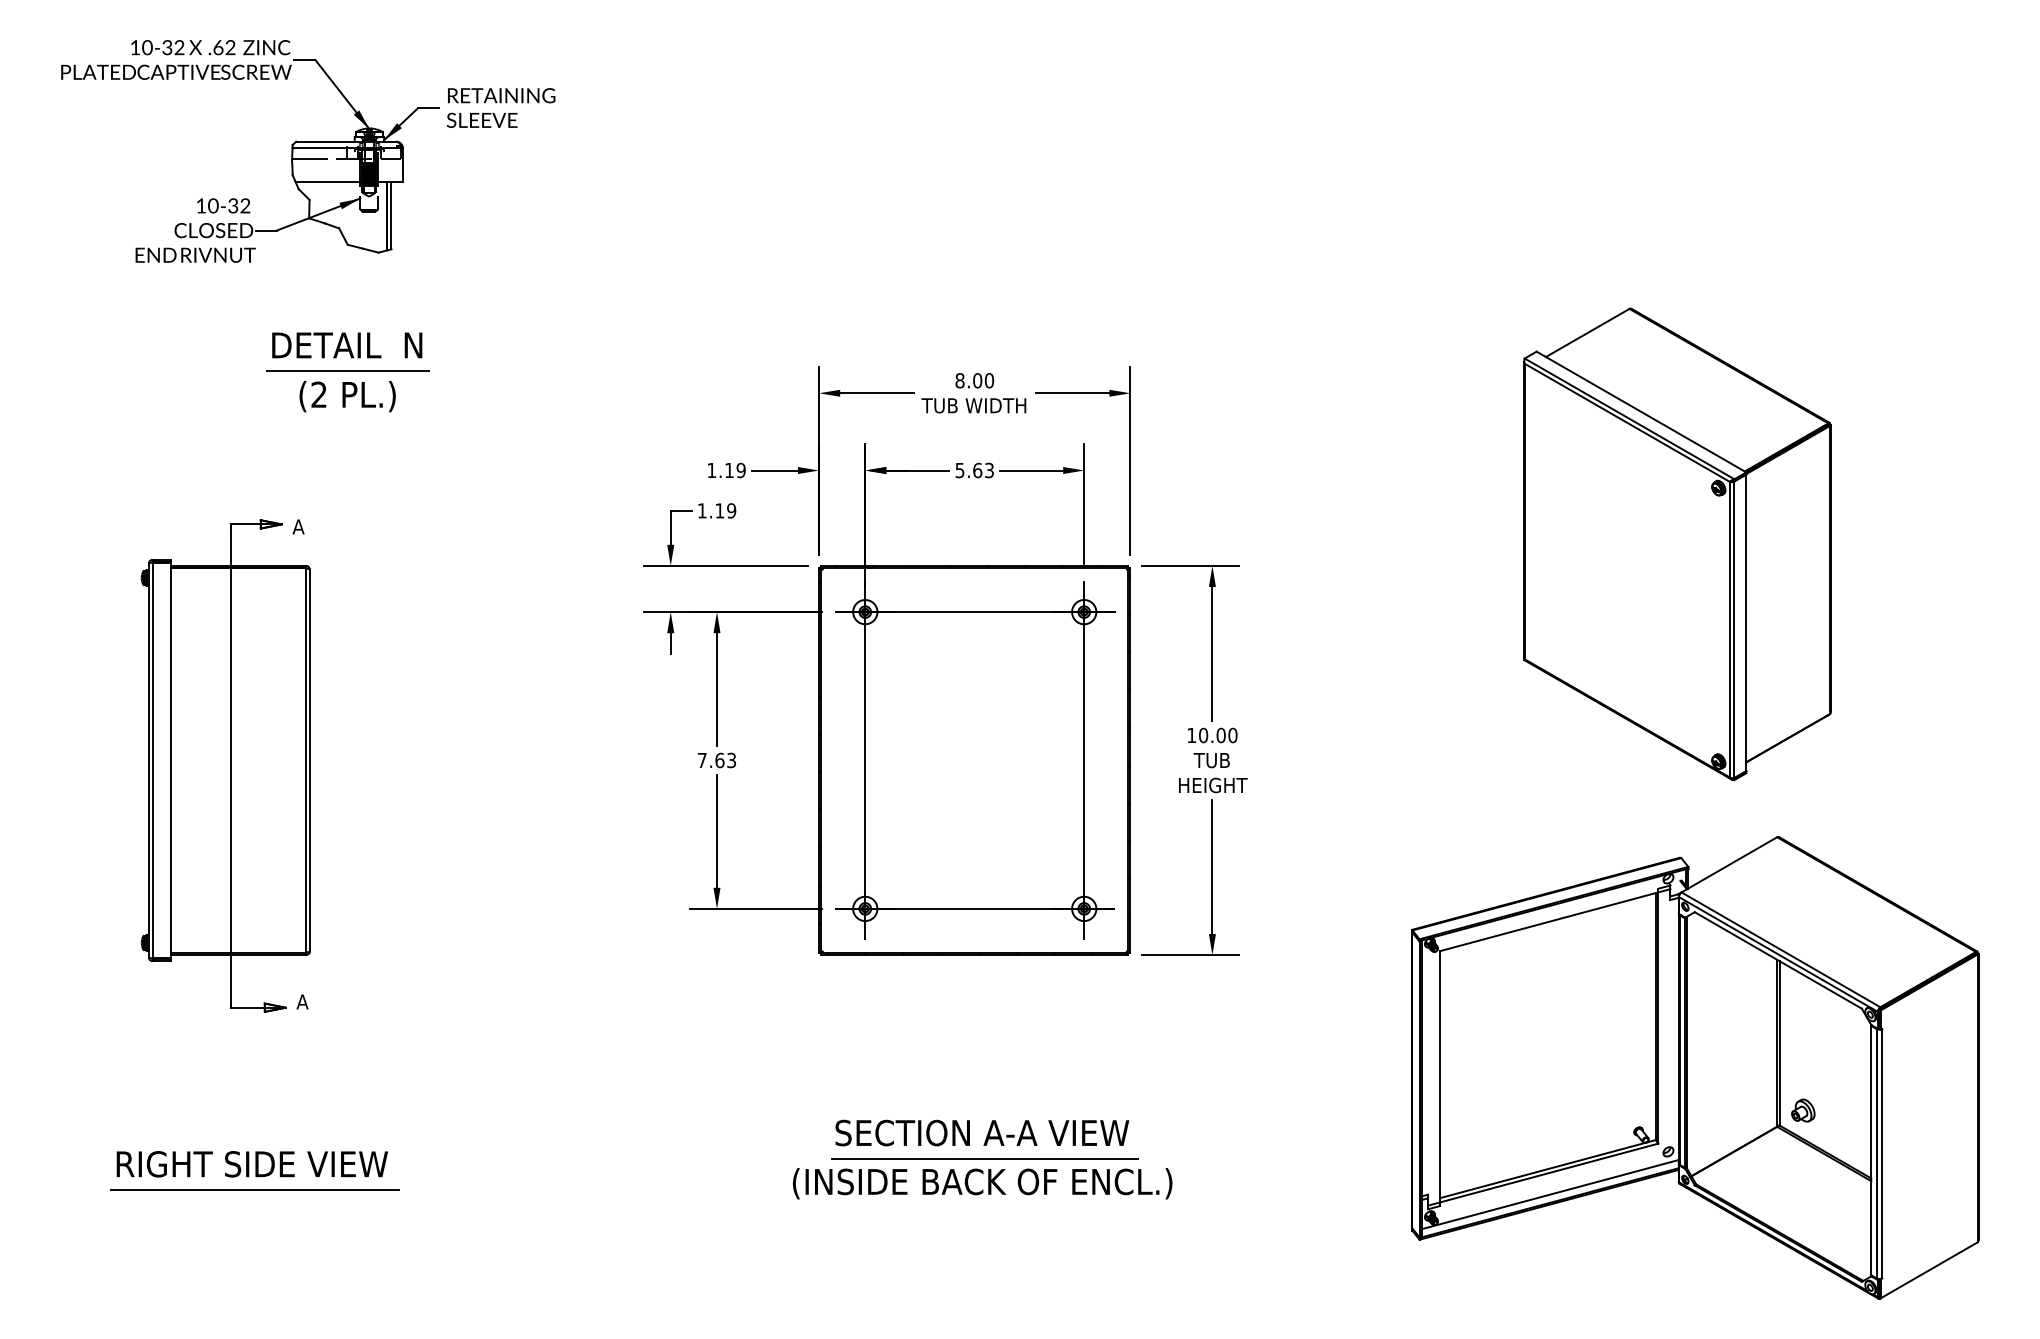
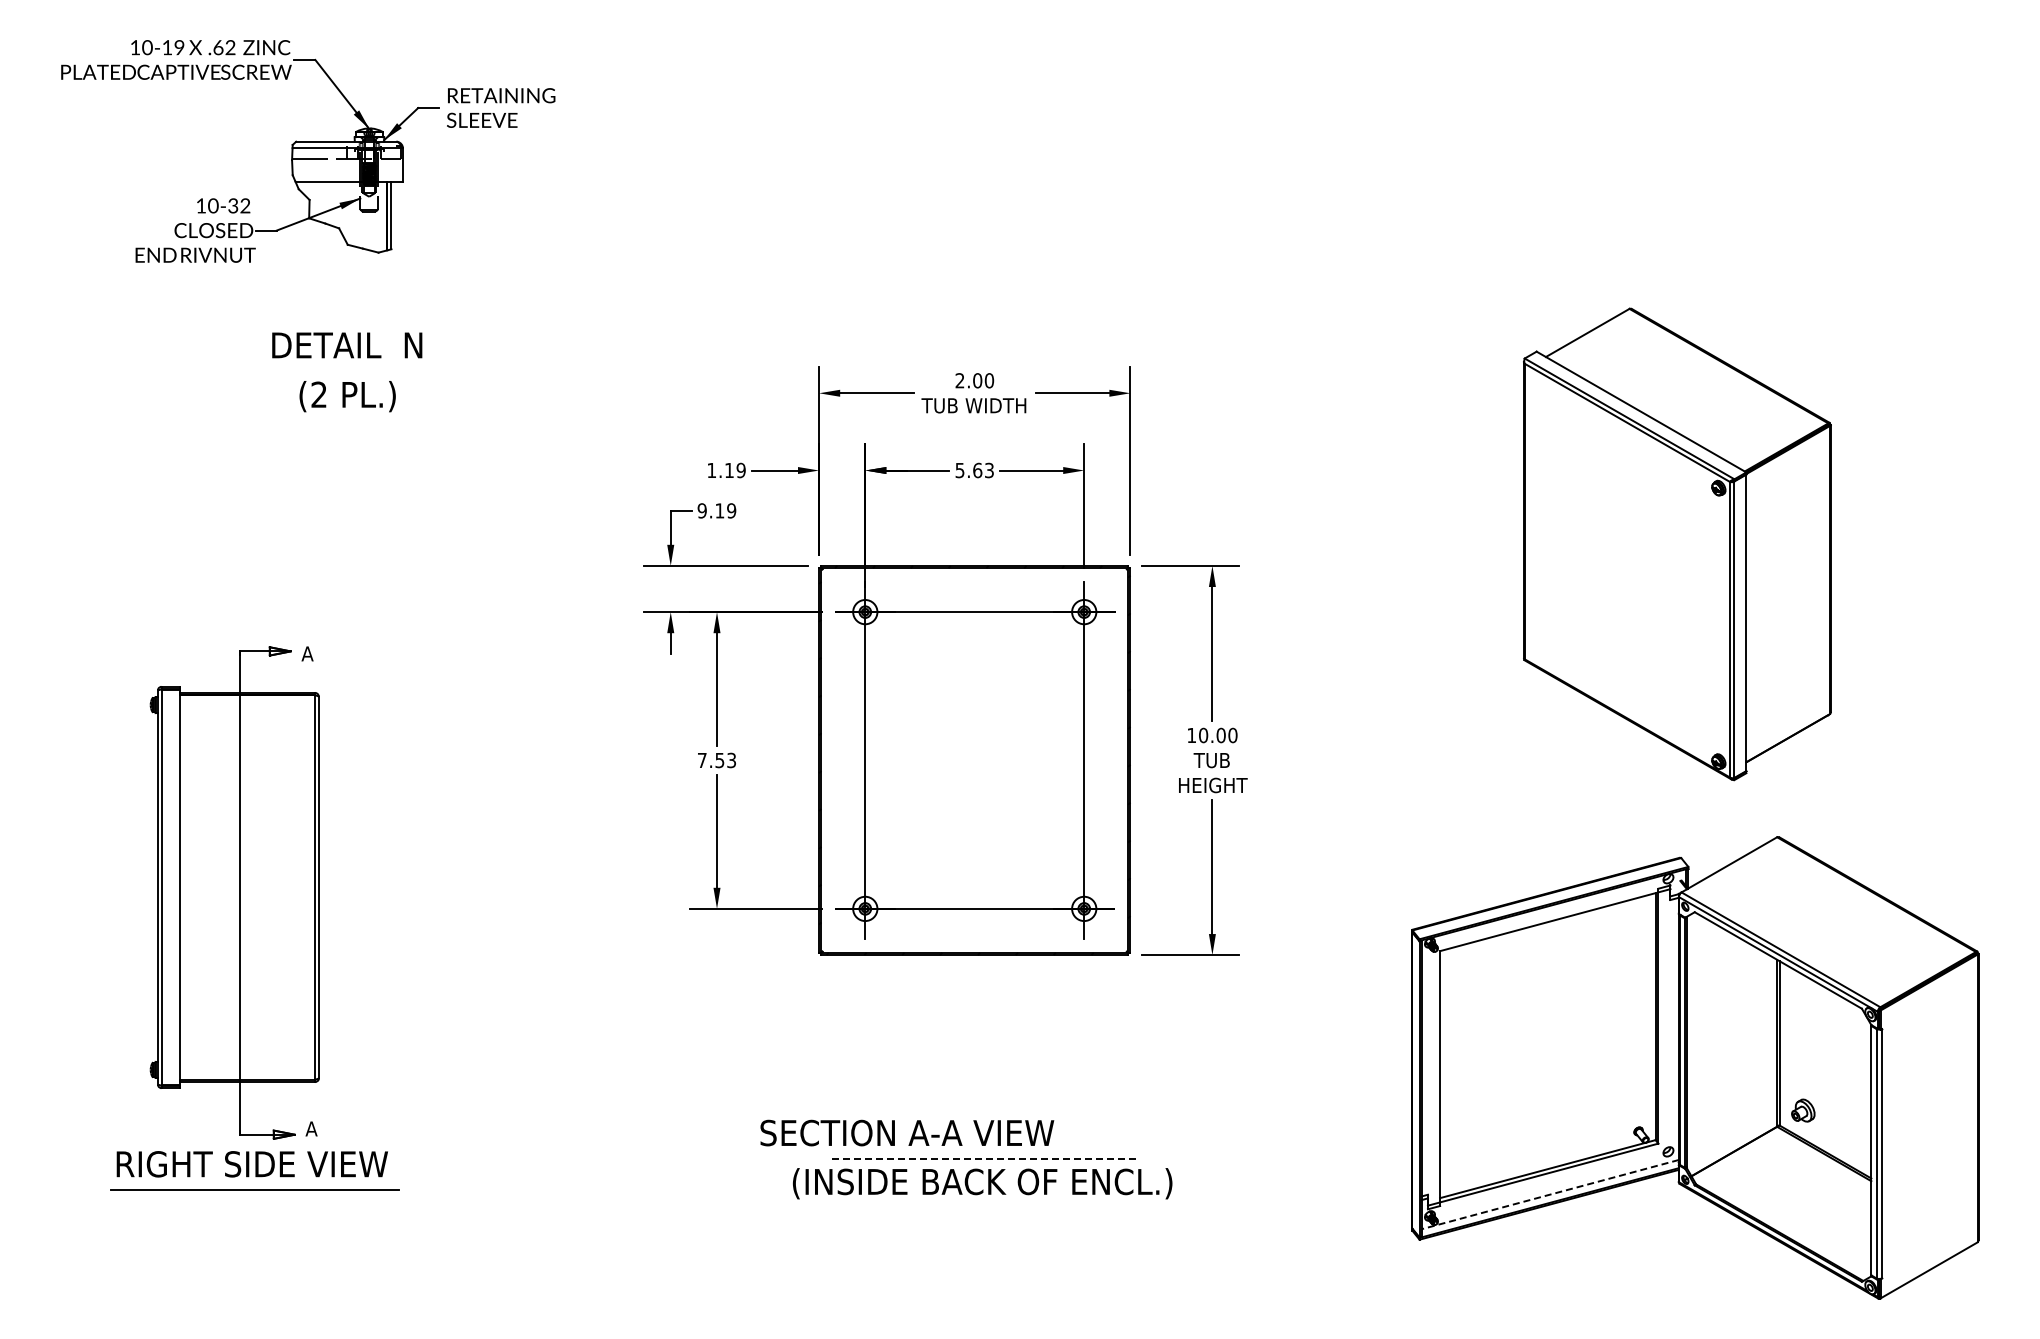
text at (173, 47): 10-32 -> 10-19
line at (347, 371): present -> none
text at (959, 380): 8.00 -> 2.00
text at (701, 510): 1.19 -> 9.19
text at (719, 760): 7.63 -> 7.53
part at (225, 765) position: (225, 765) -> (234, 892)
text at (982, 1132) position: (982, 1132) -> (907, 1132)
line at (985, 1158): solid -> dashed
line at (1549, 1194): solid -> dashed
